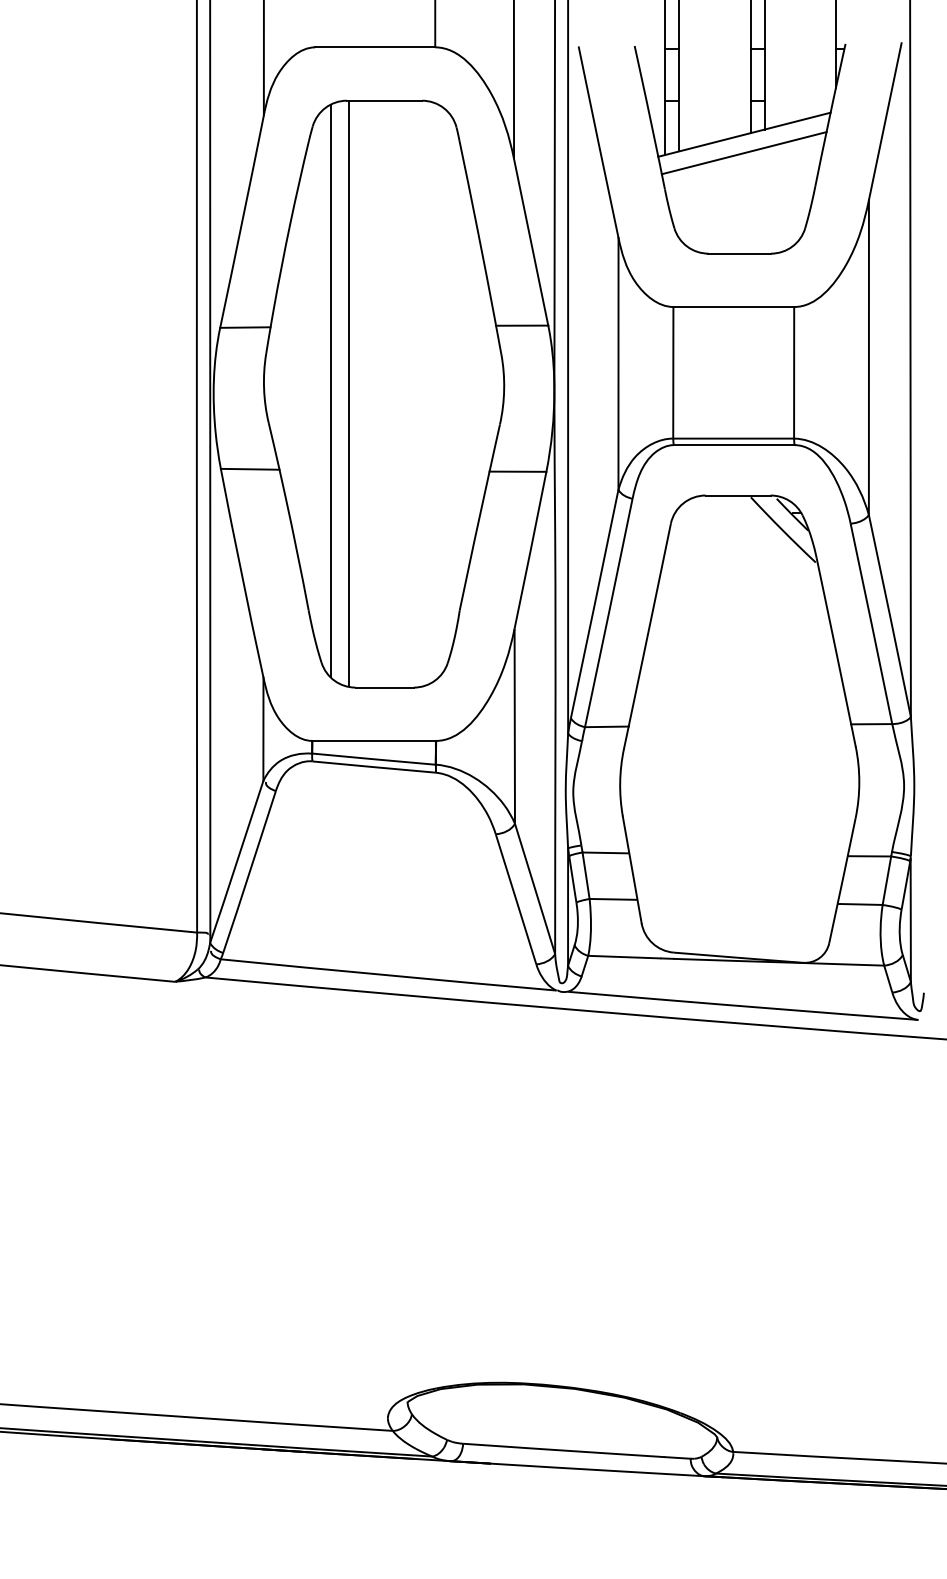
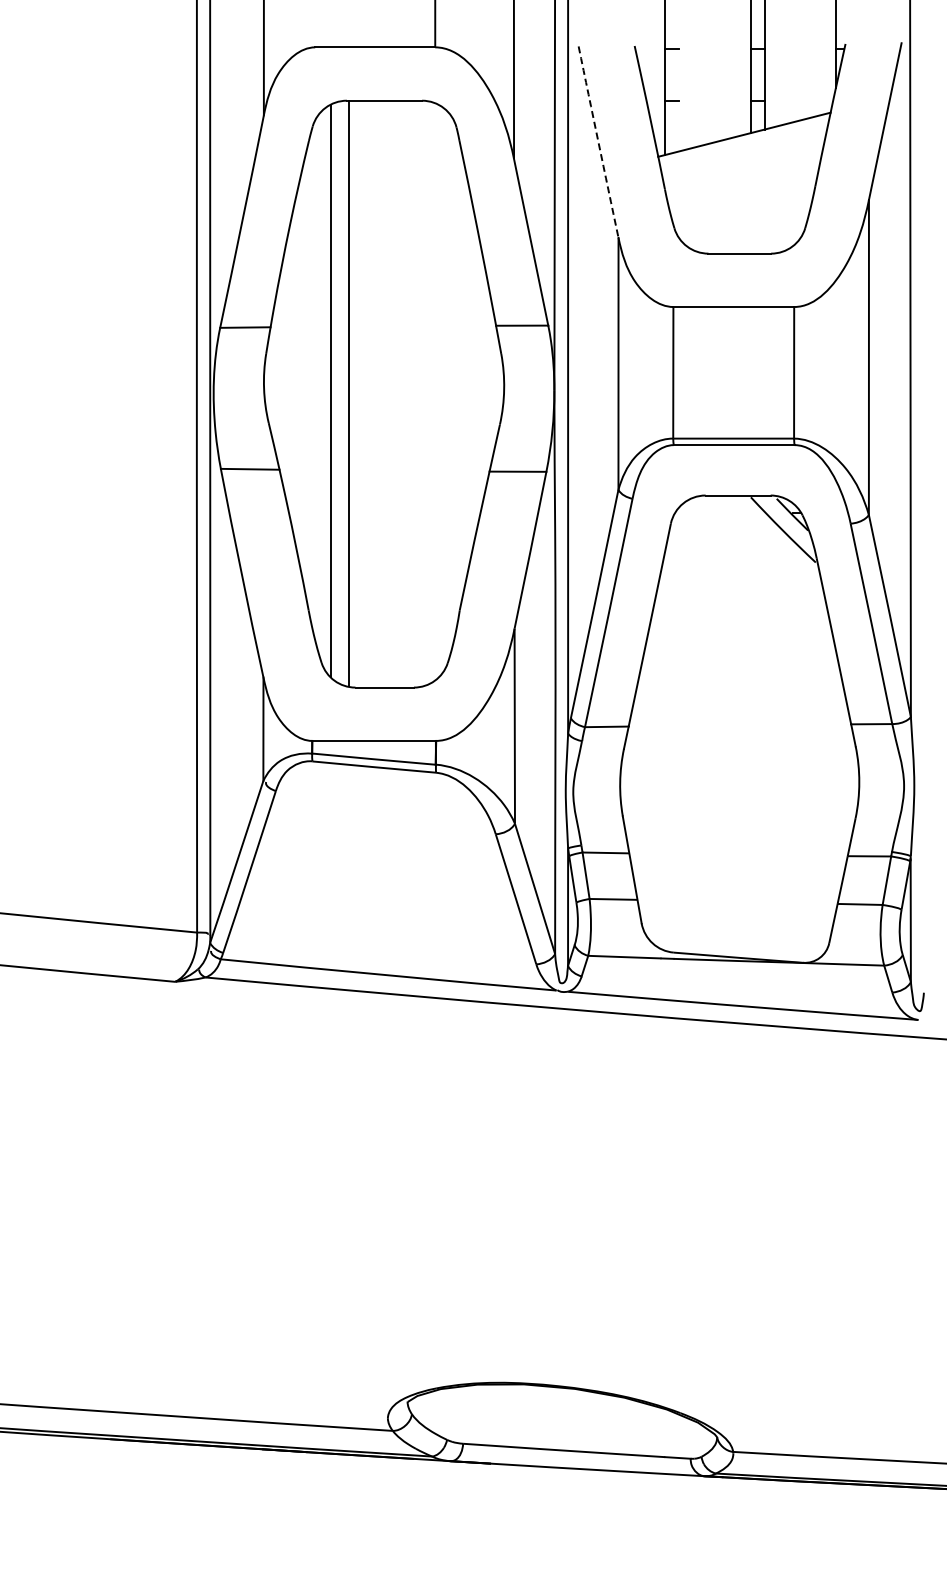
line at (679, 76): present -> none
arc at (598, 142): solid -> dashed
line at (743, 153): present -> none
